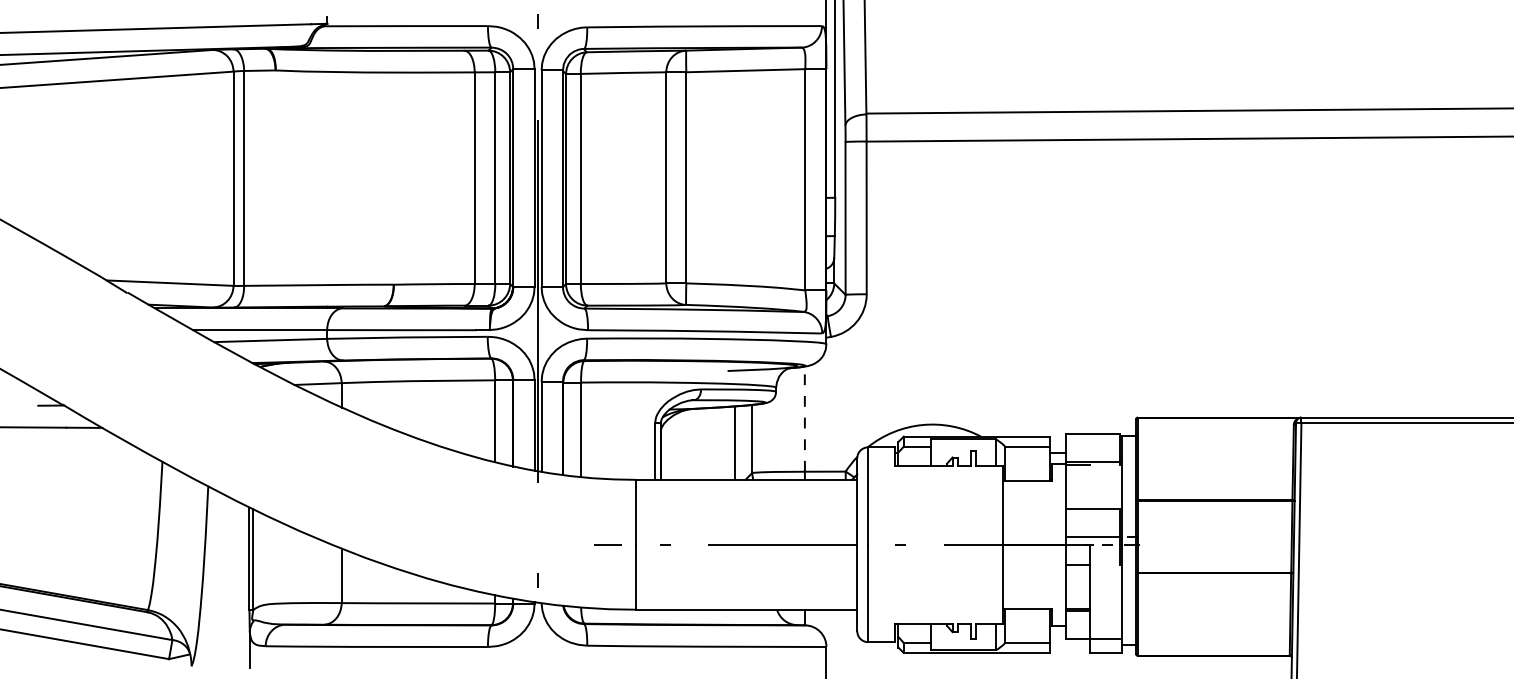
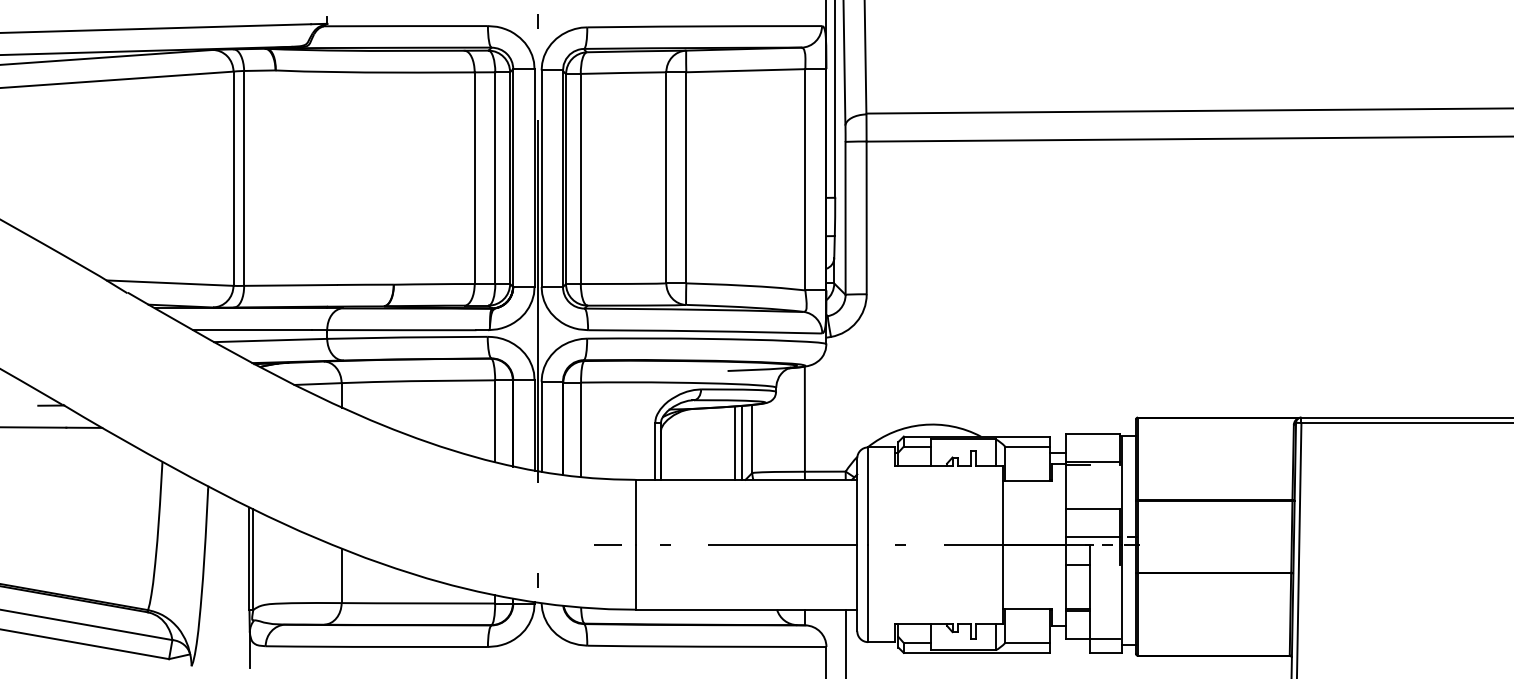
line at (804, 419): dashed -> solid
line at (741, 442): none -> present
line at (846, 642): none -> present
